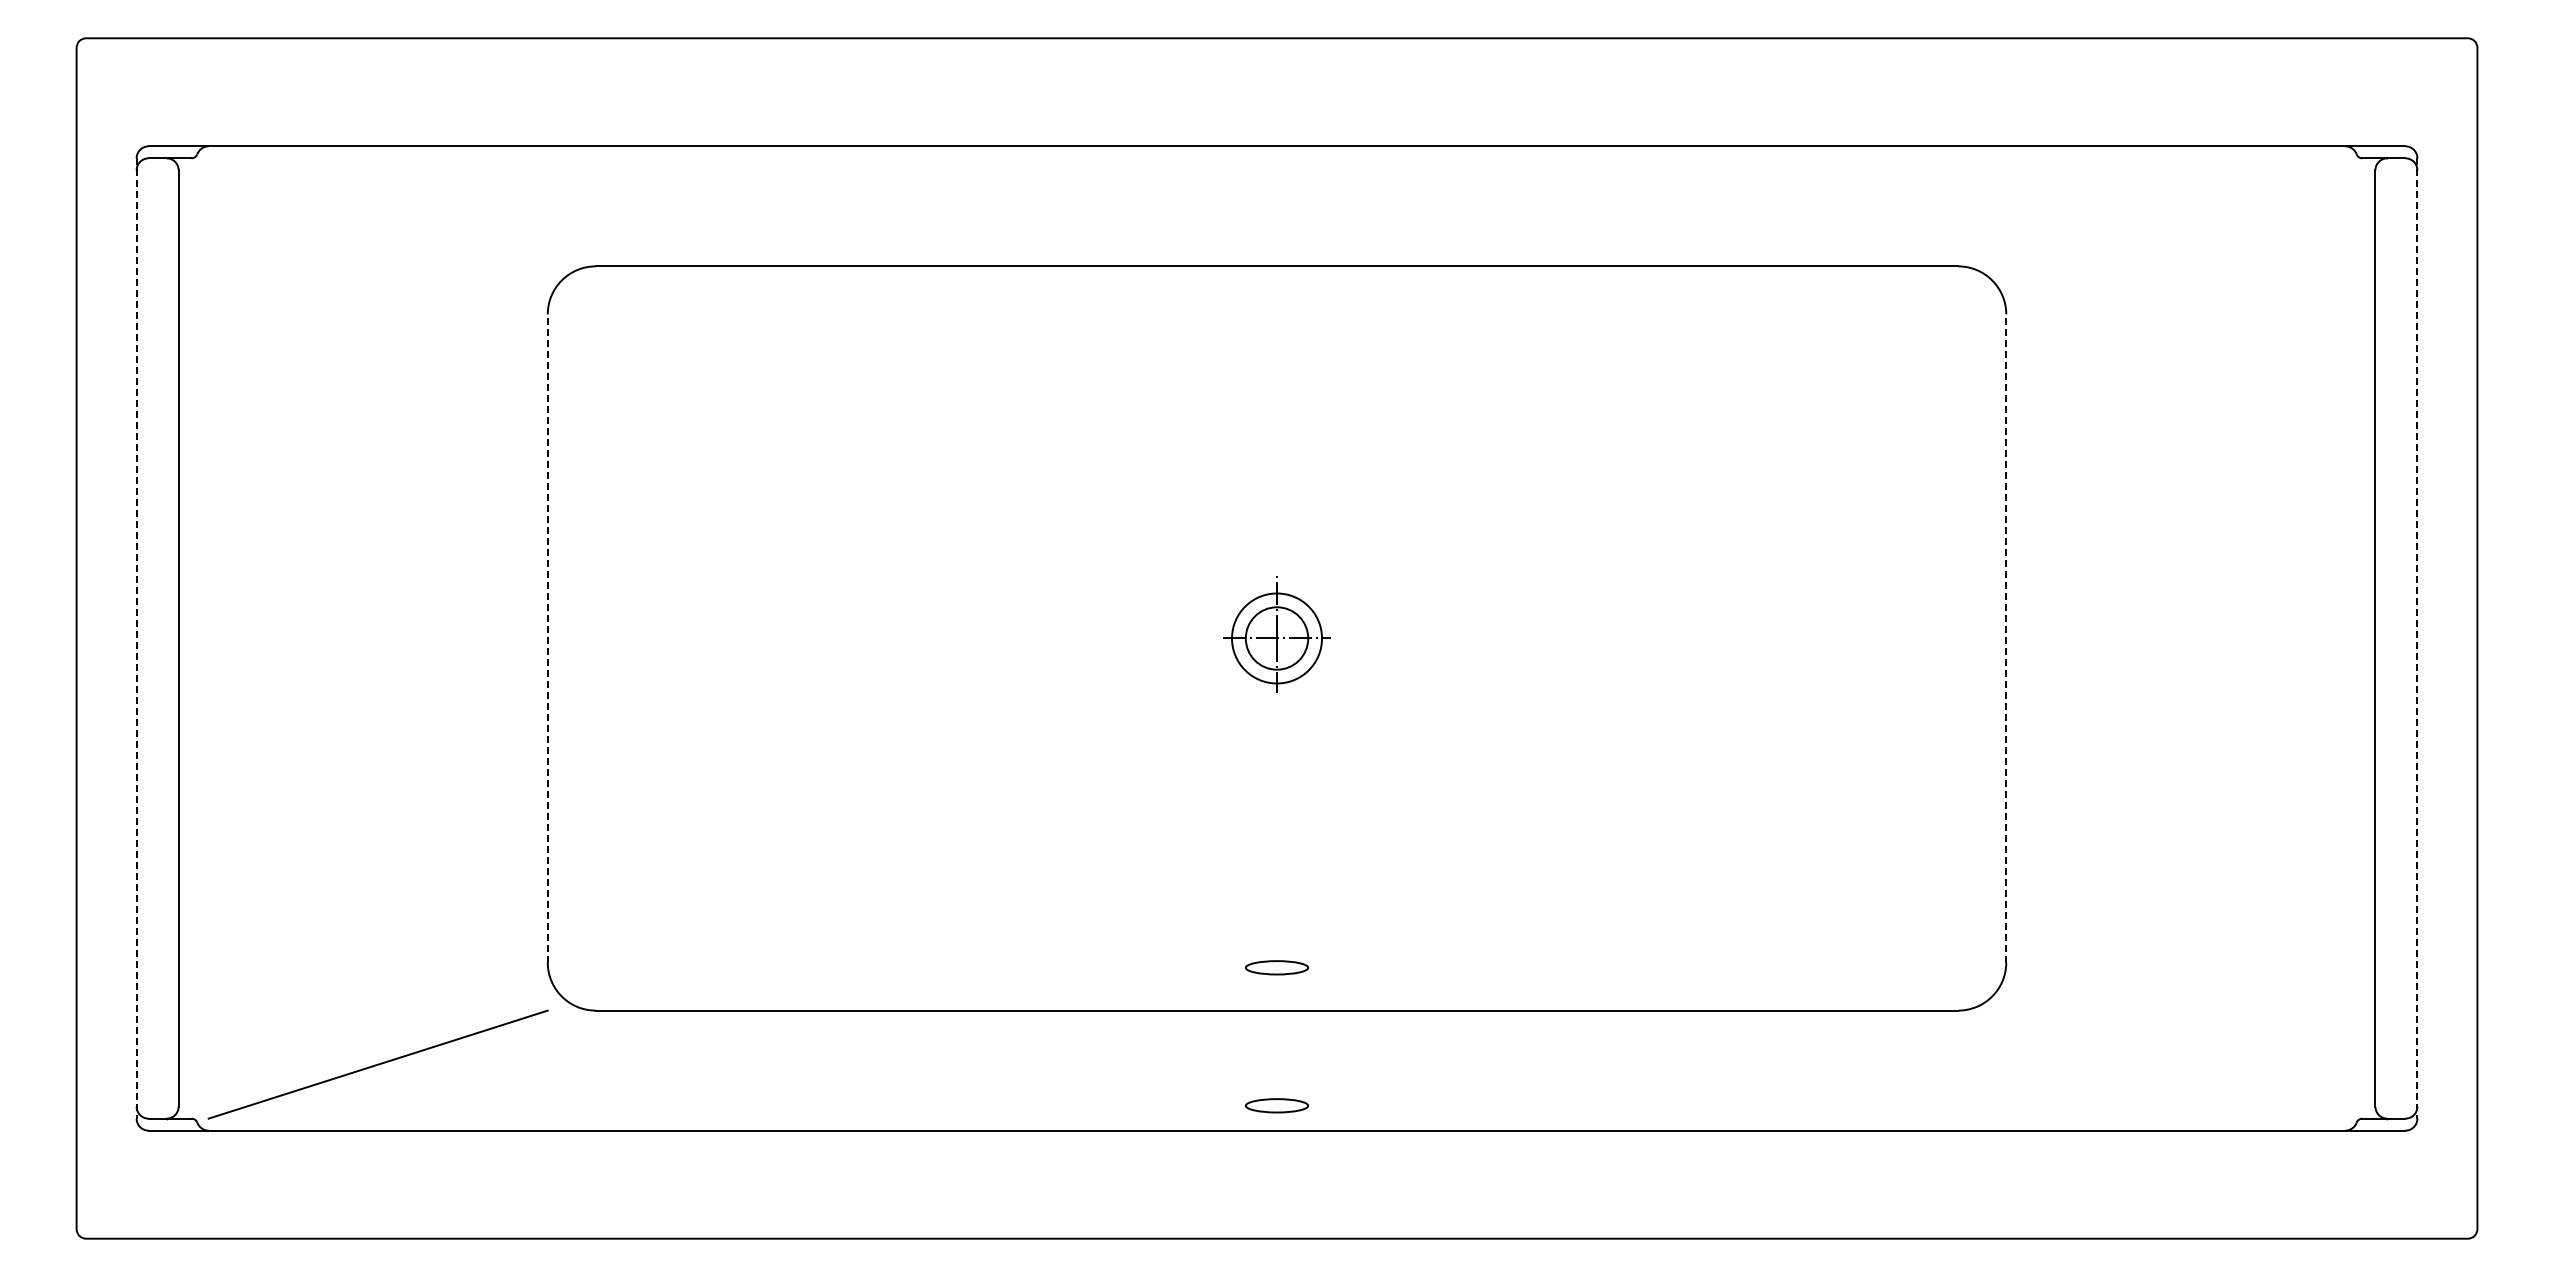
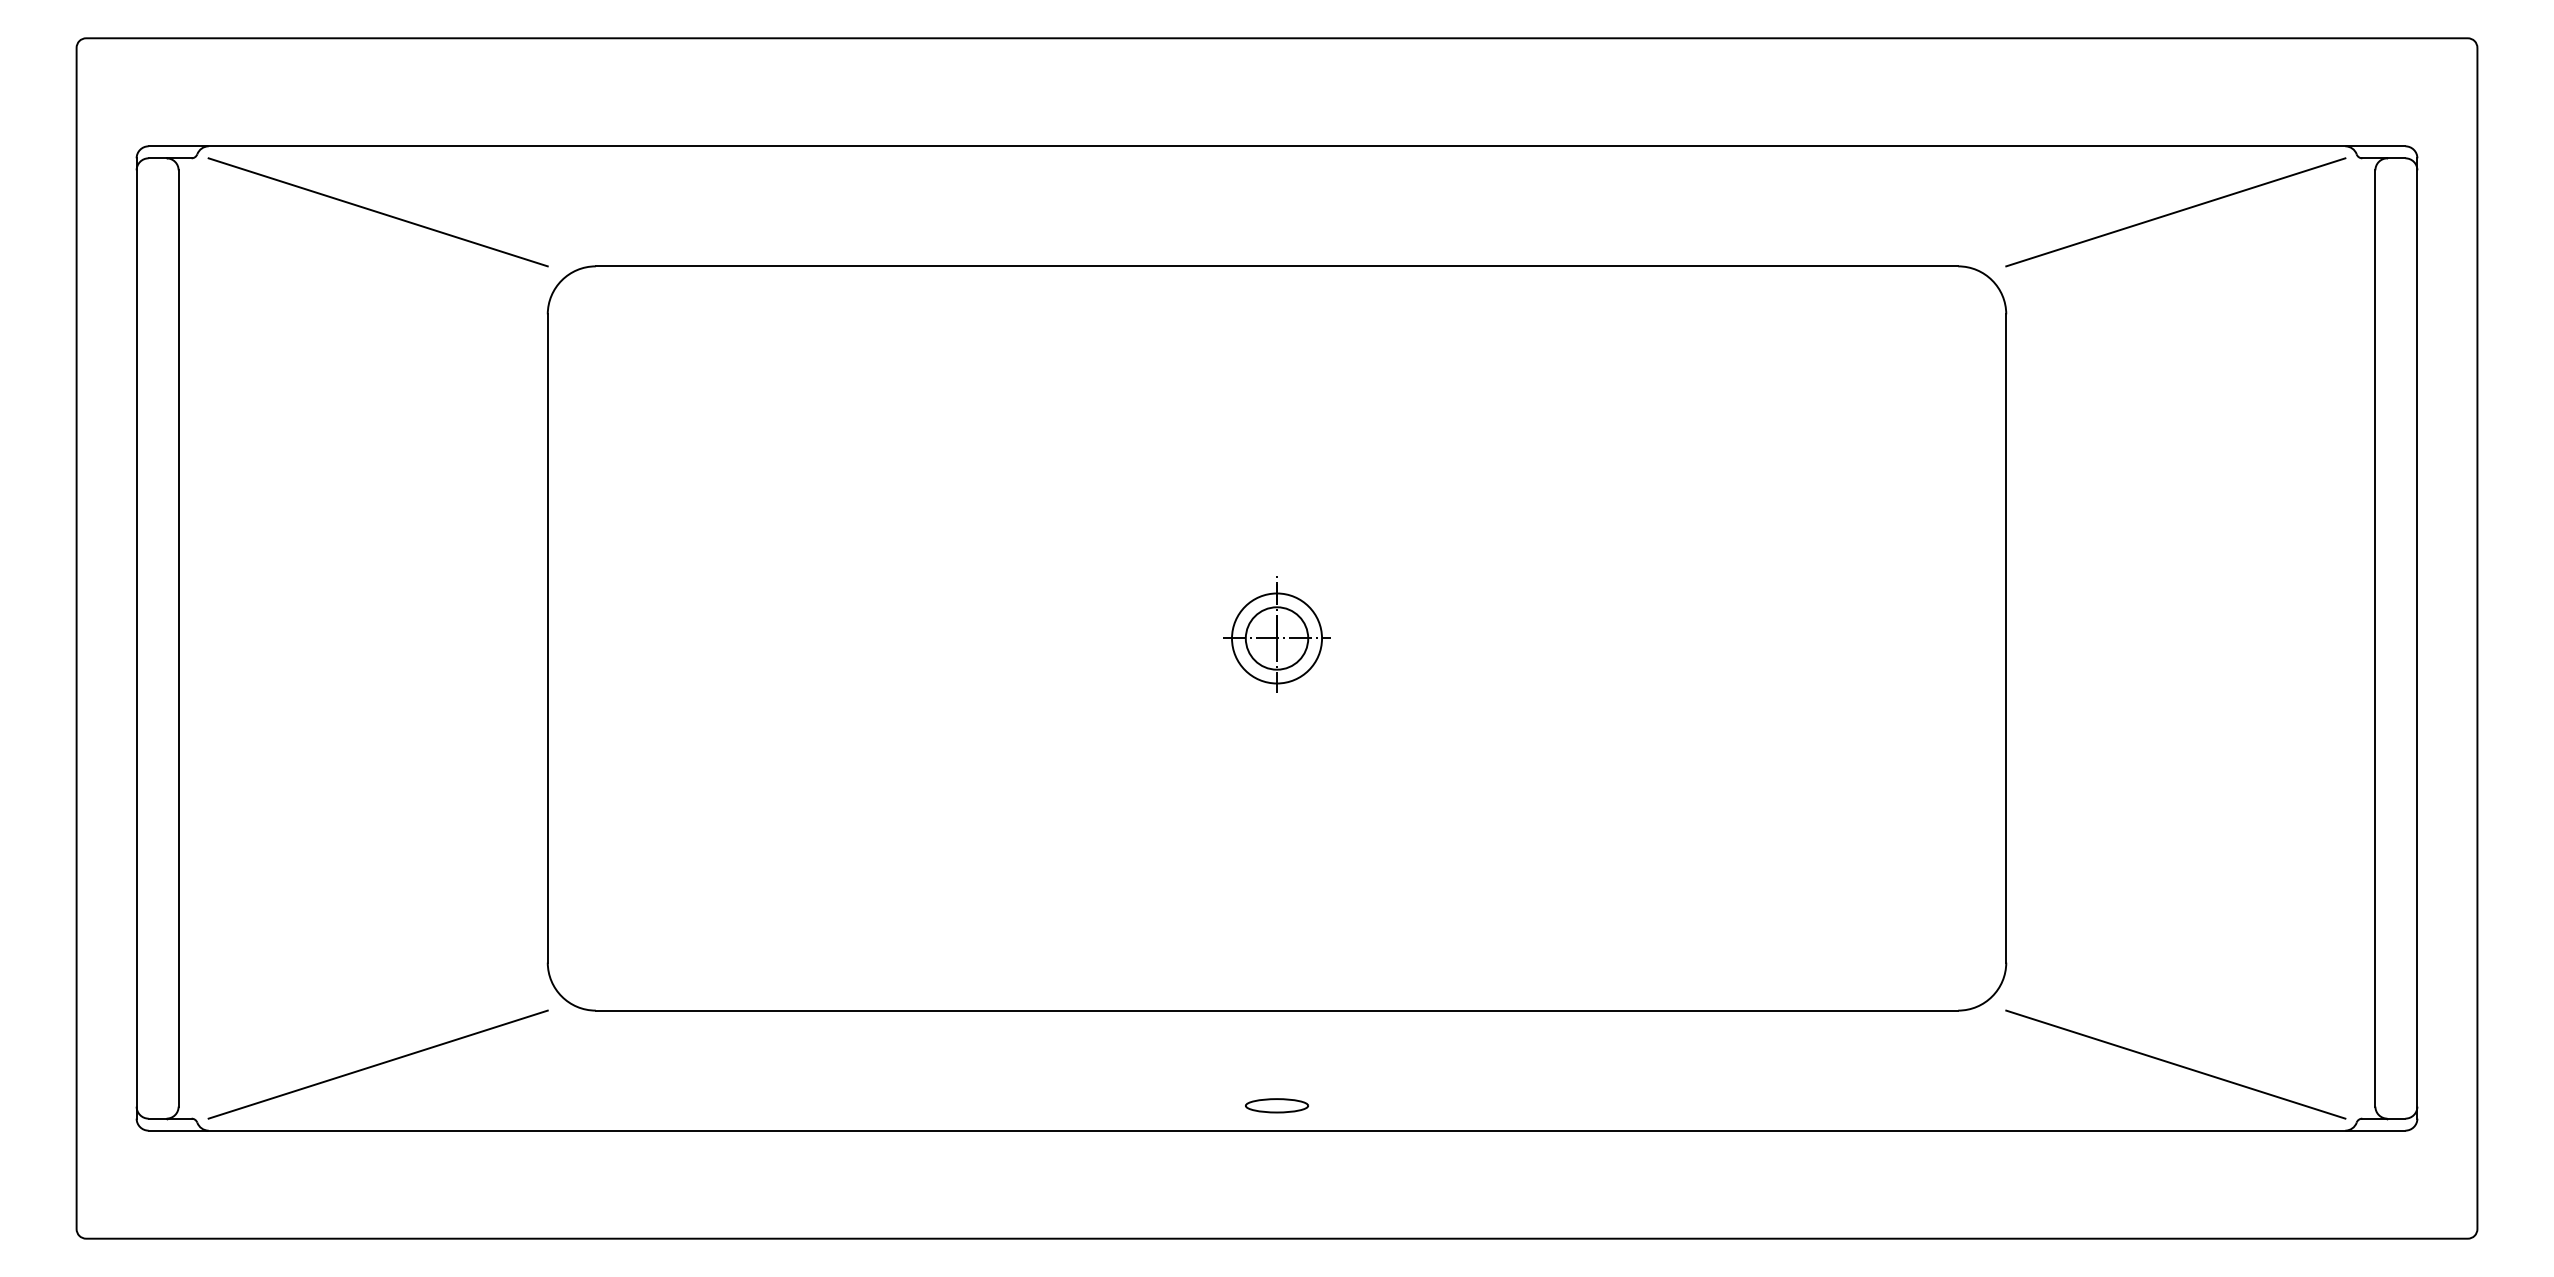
line at (377, 212): none -> present
line at (2175, 212): none -> present
line at (136, 638): dashed -> solid
line at (547, 638): dashed -> solid
line at (2006, 638): dashed -> solid
line at (2417, 638): dashed -> solid
part at (1276, 967): present -> none
line at (2175, 1064): none -> present
